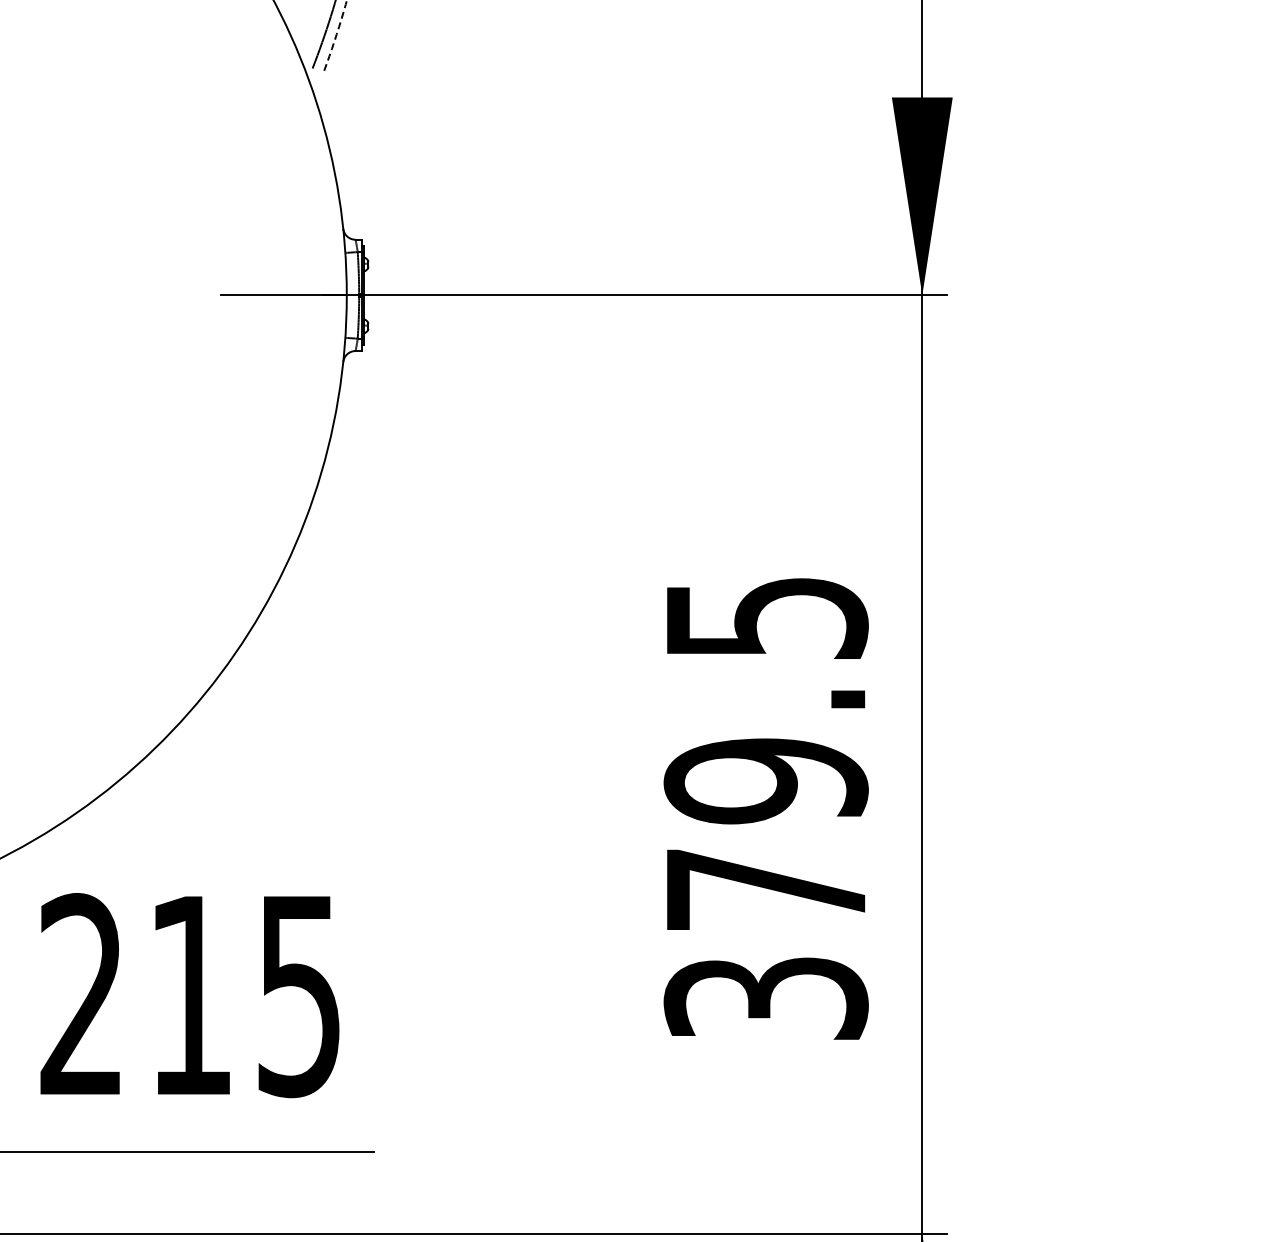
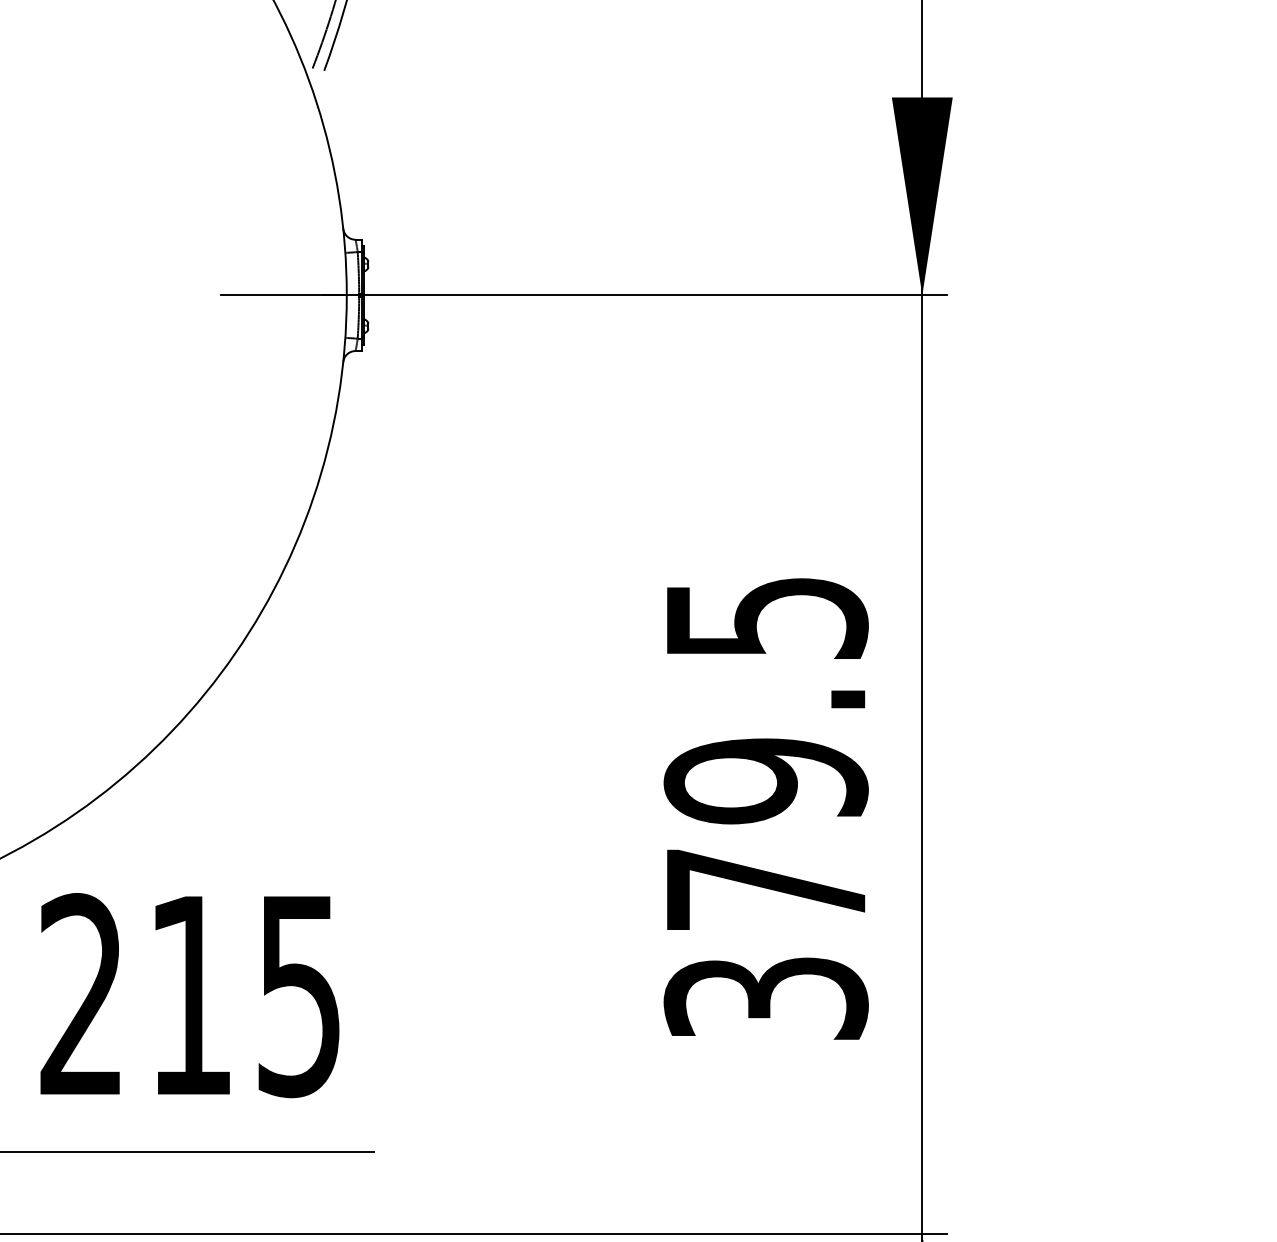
arc at (336, 35): dashed -> solid
